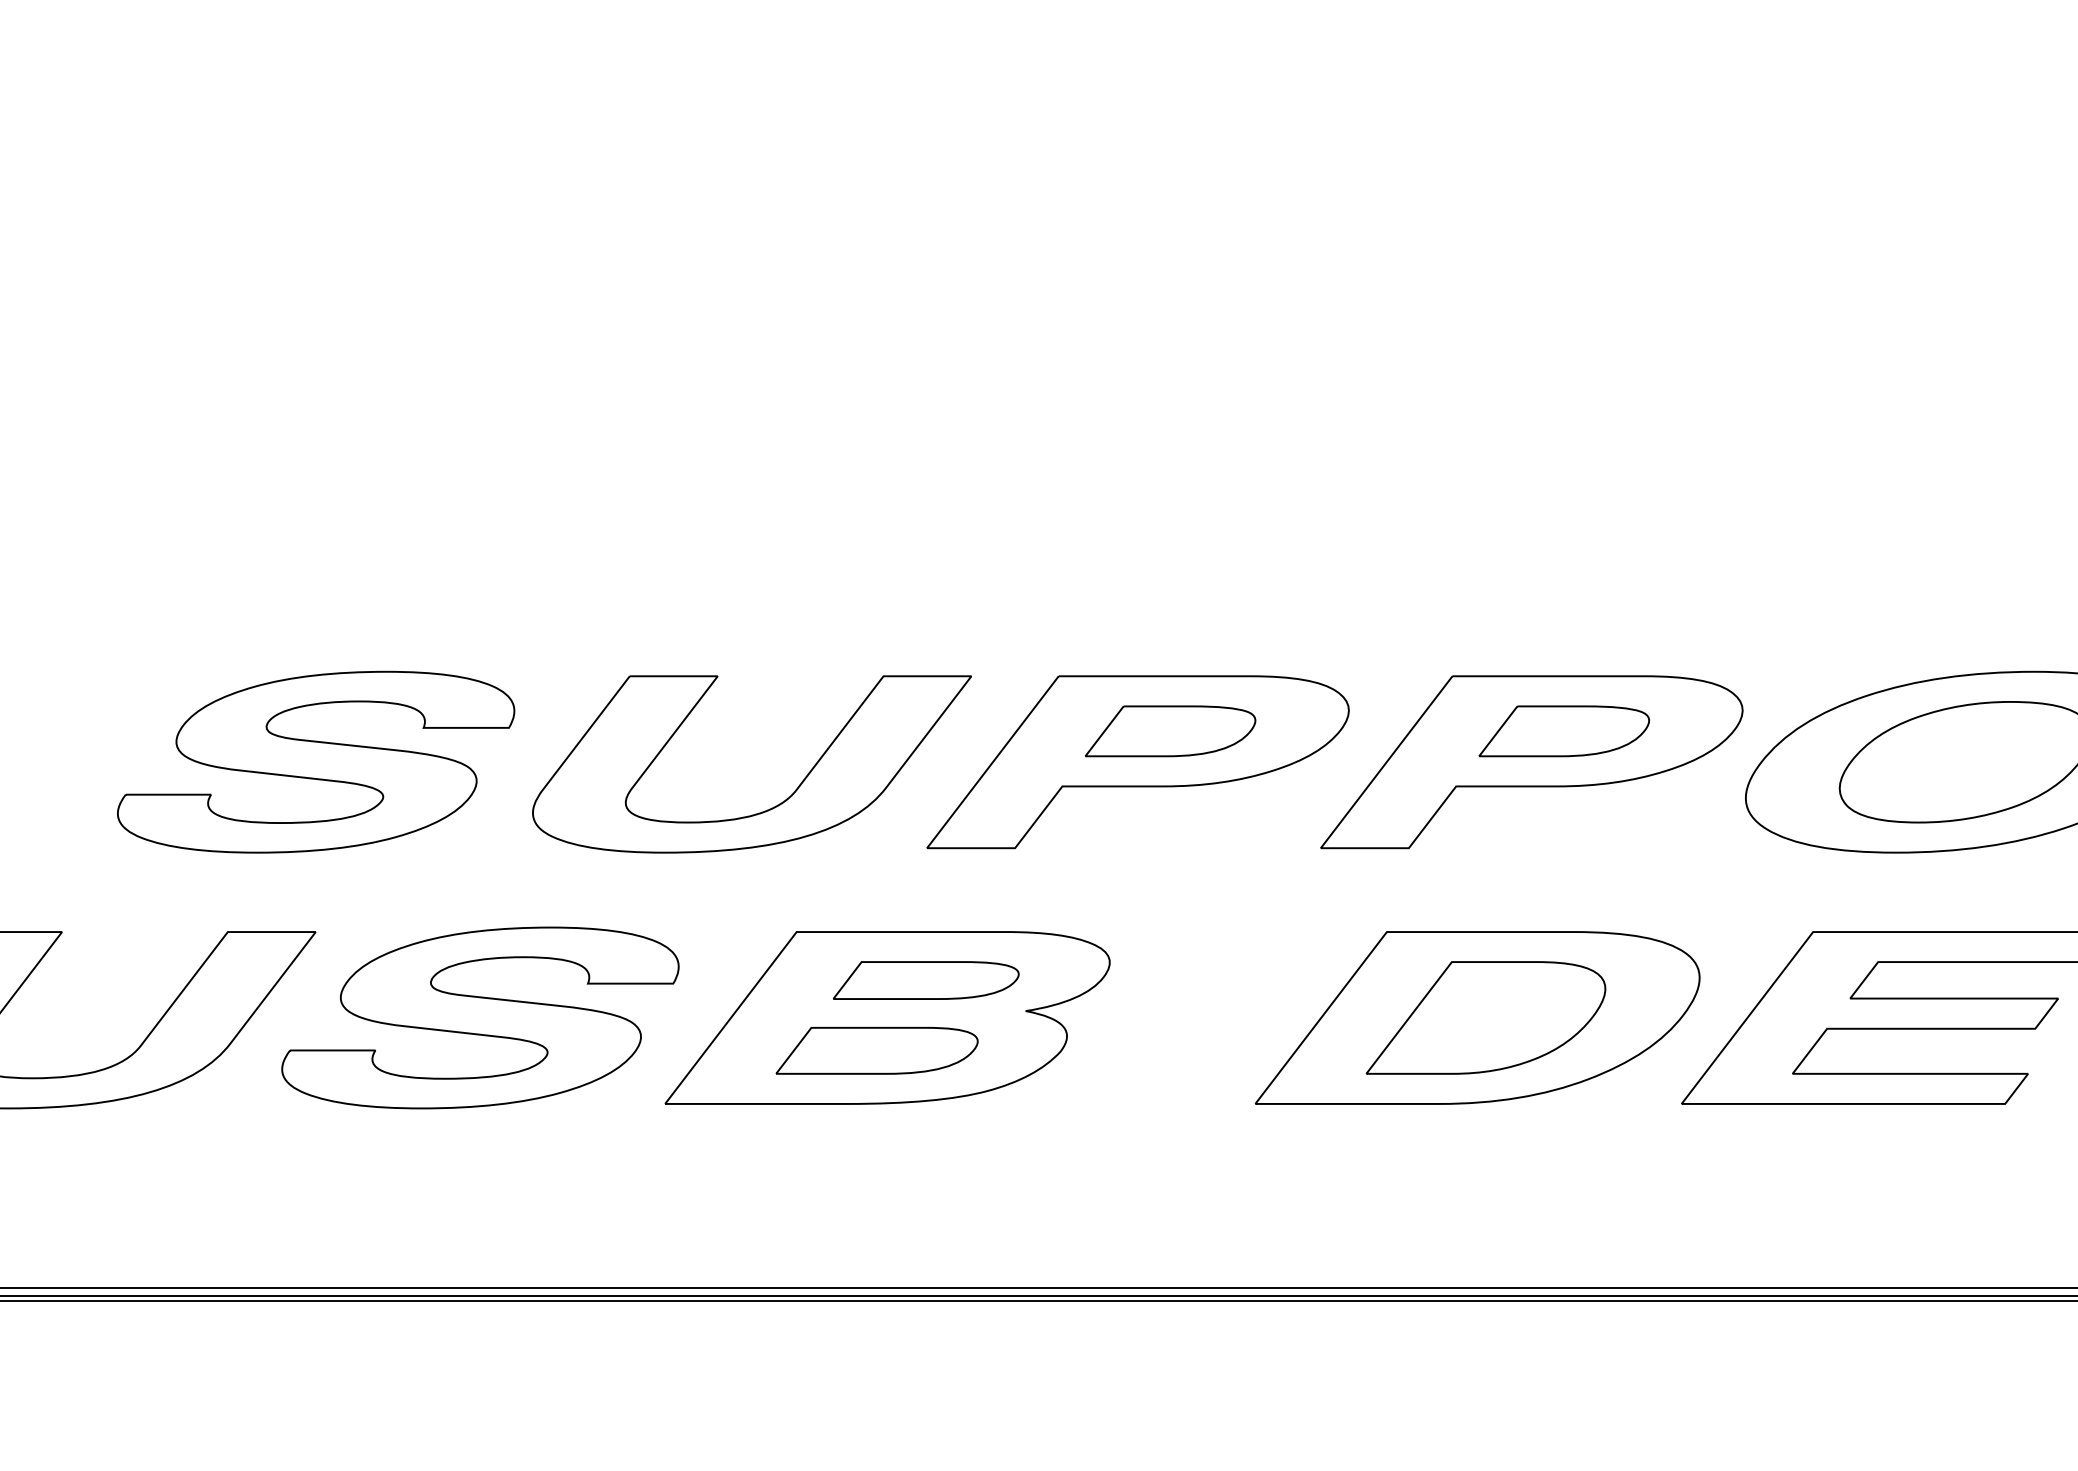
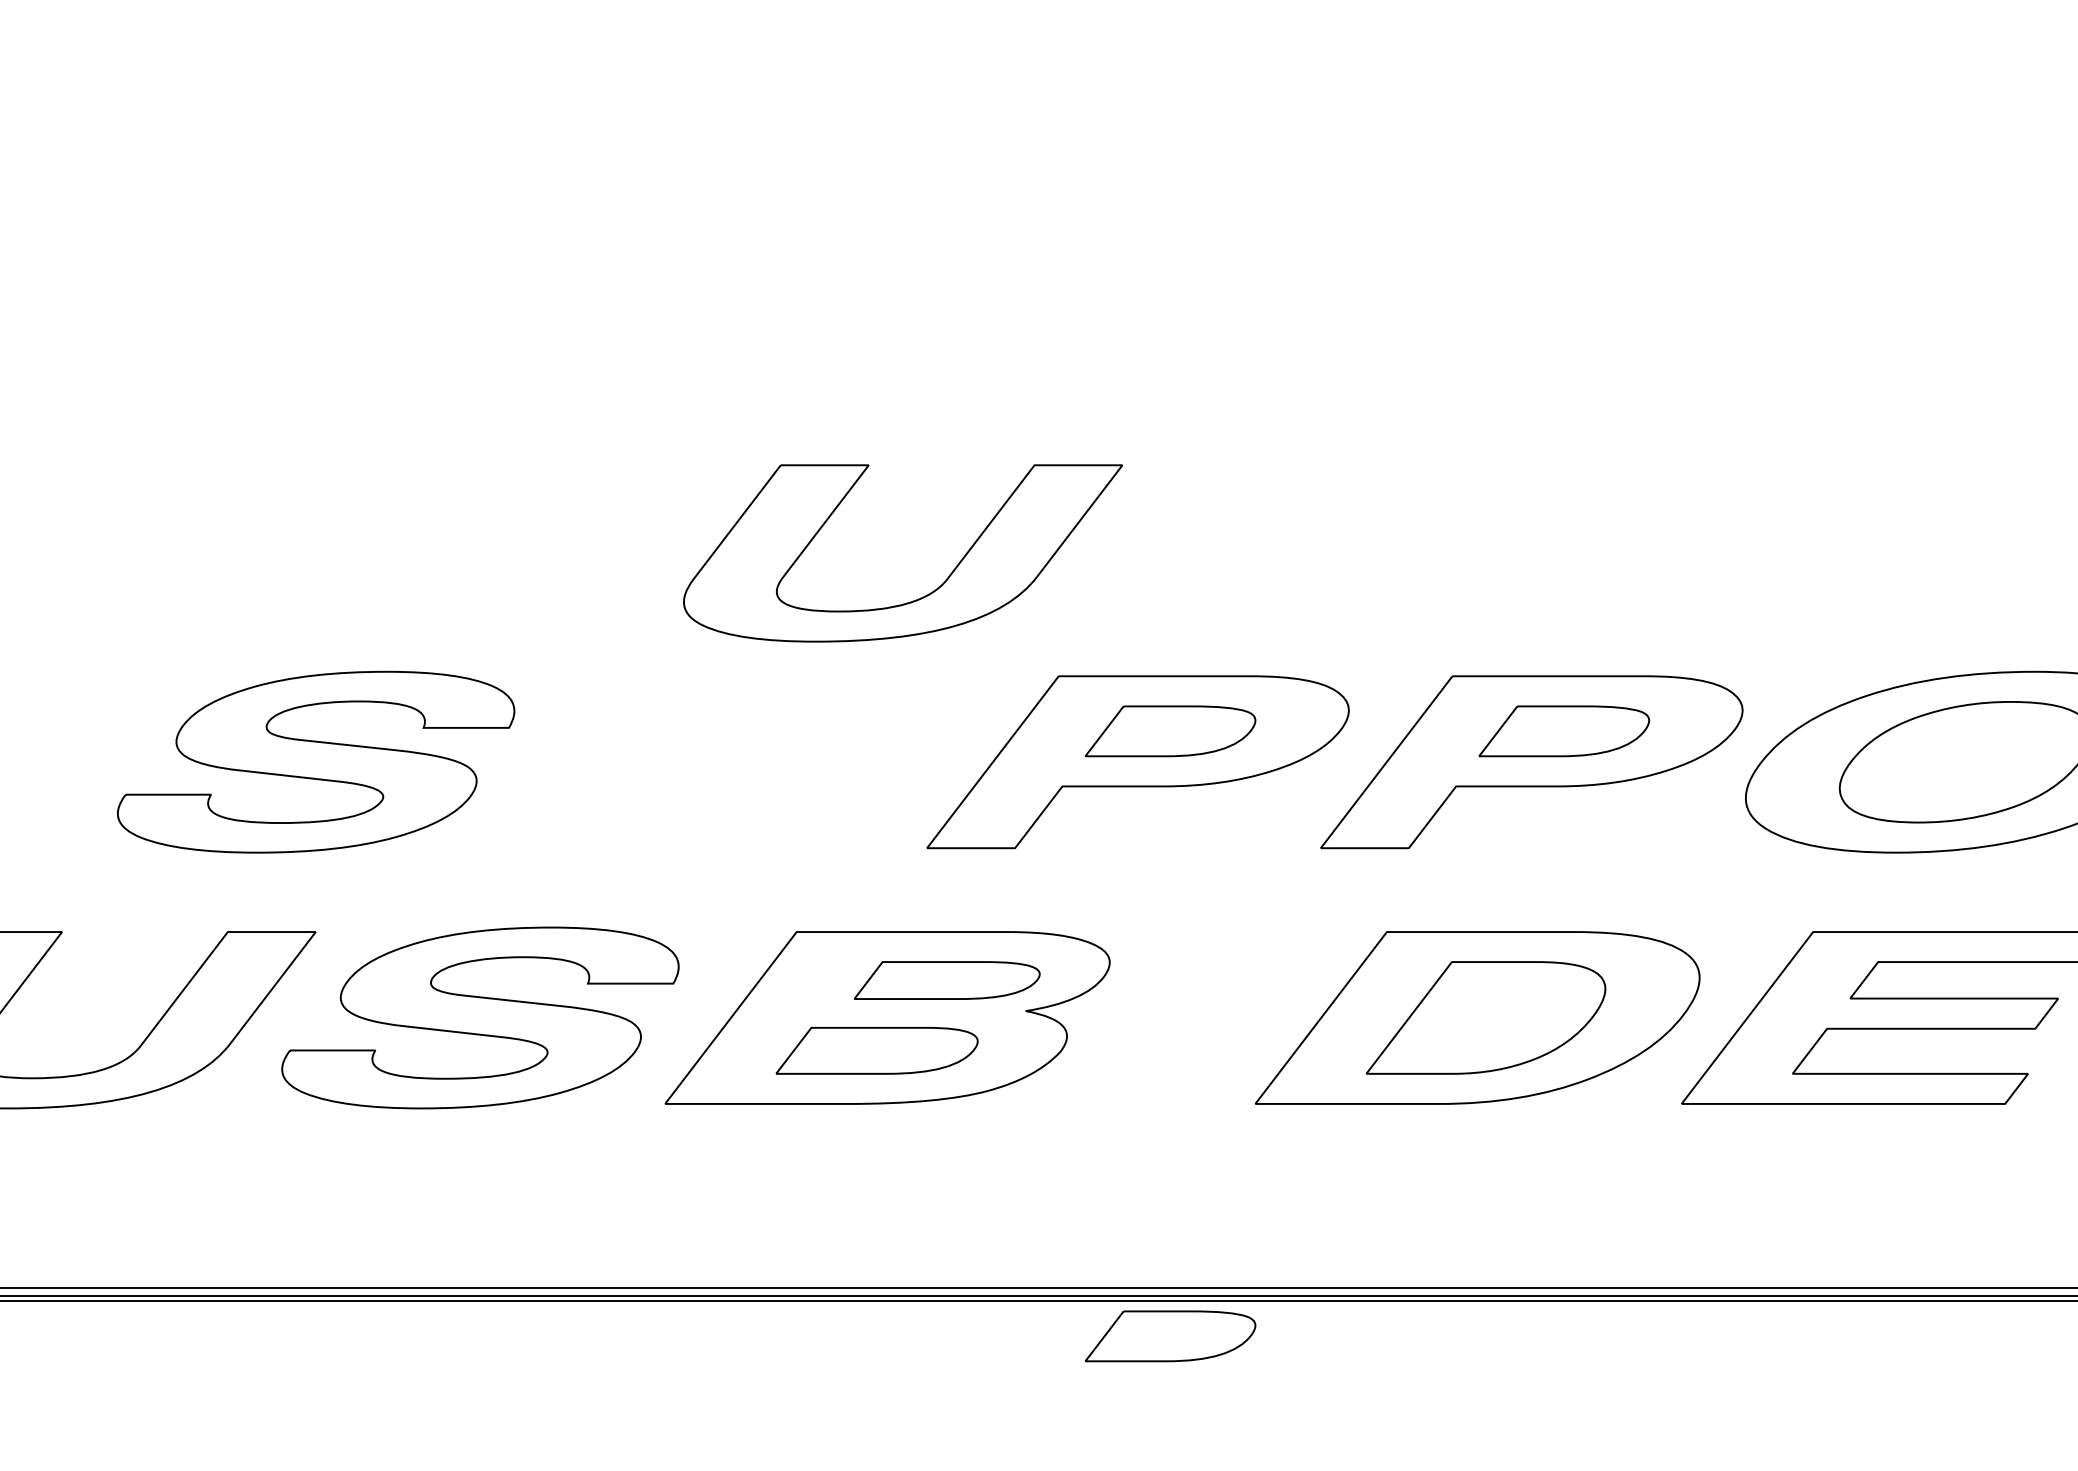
part at (775, 805) position: (775, 805) -> (926, 594)
part at (925, 980) position: (925, 980) -> (946, 980)
part at (1170, 1336): none -> present
